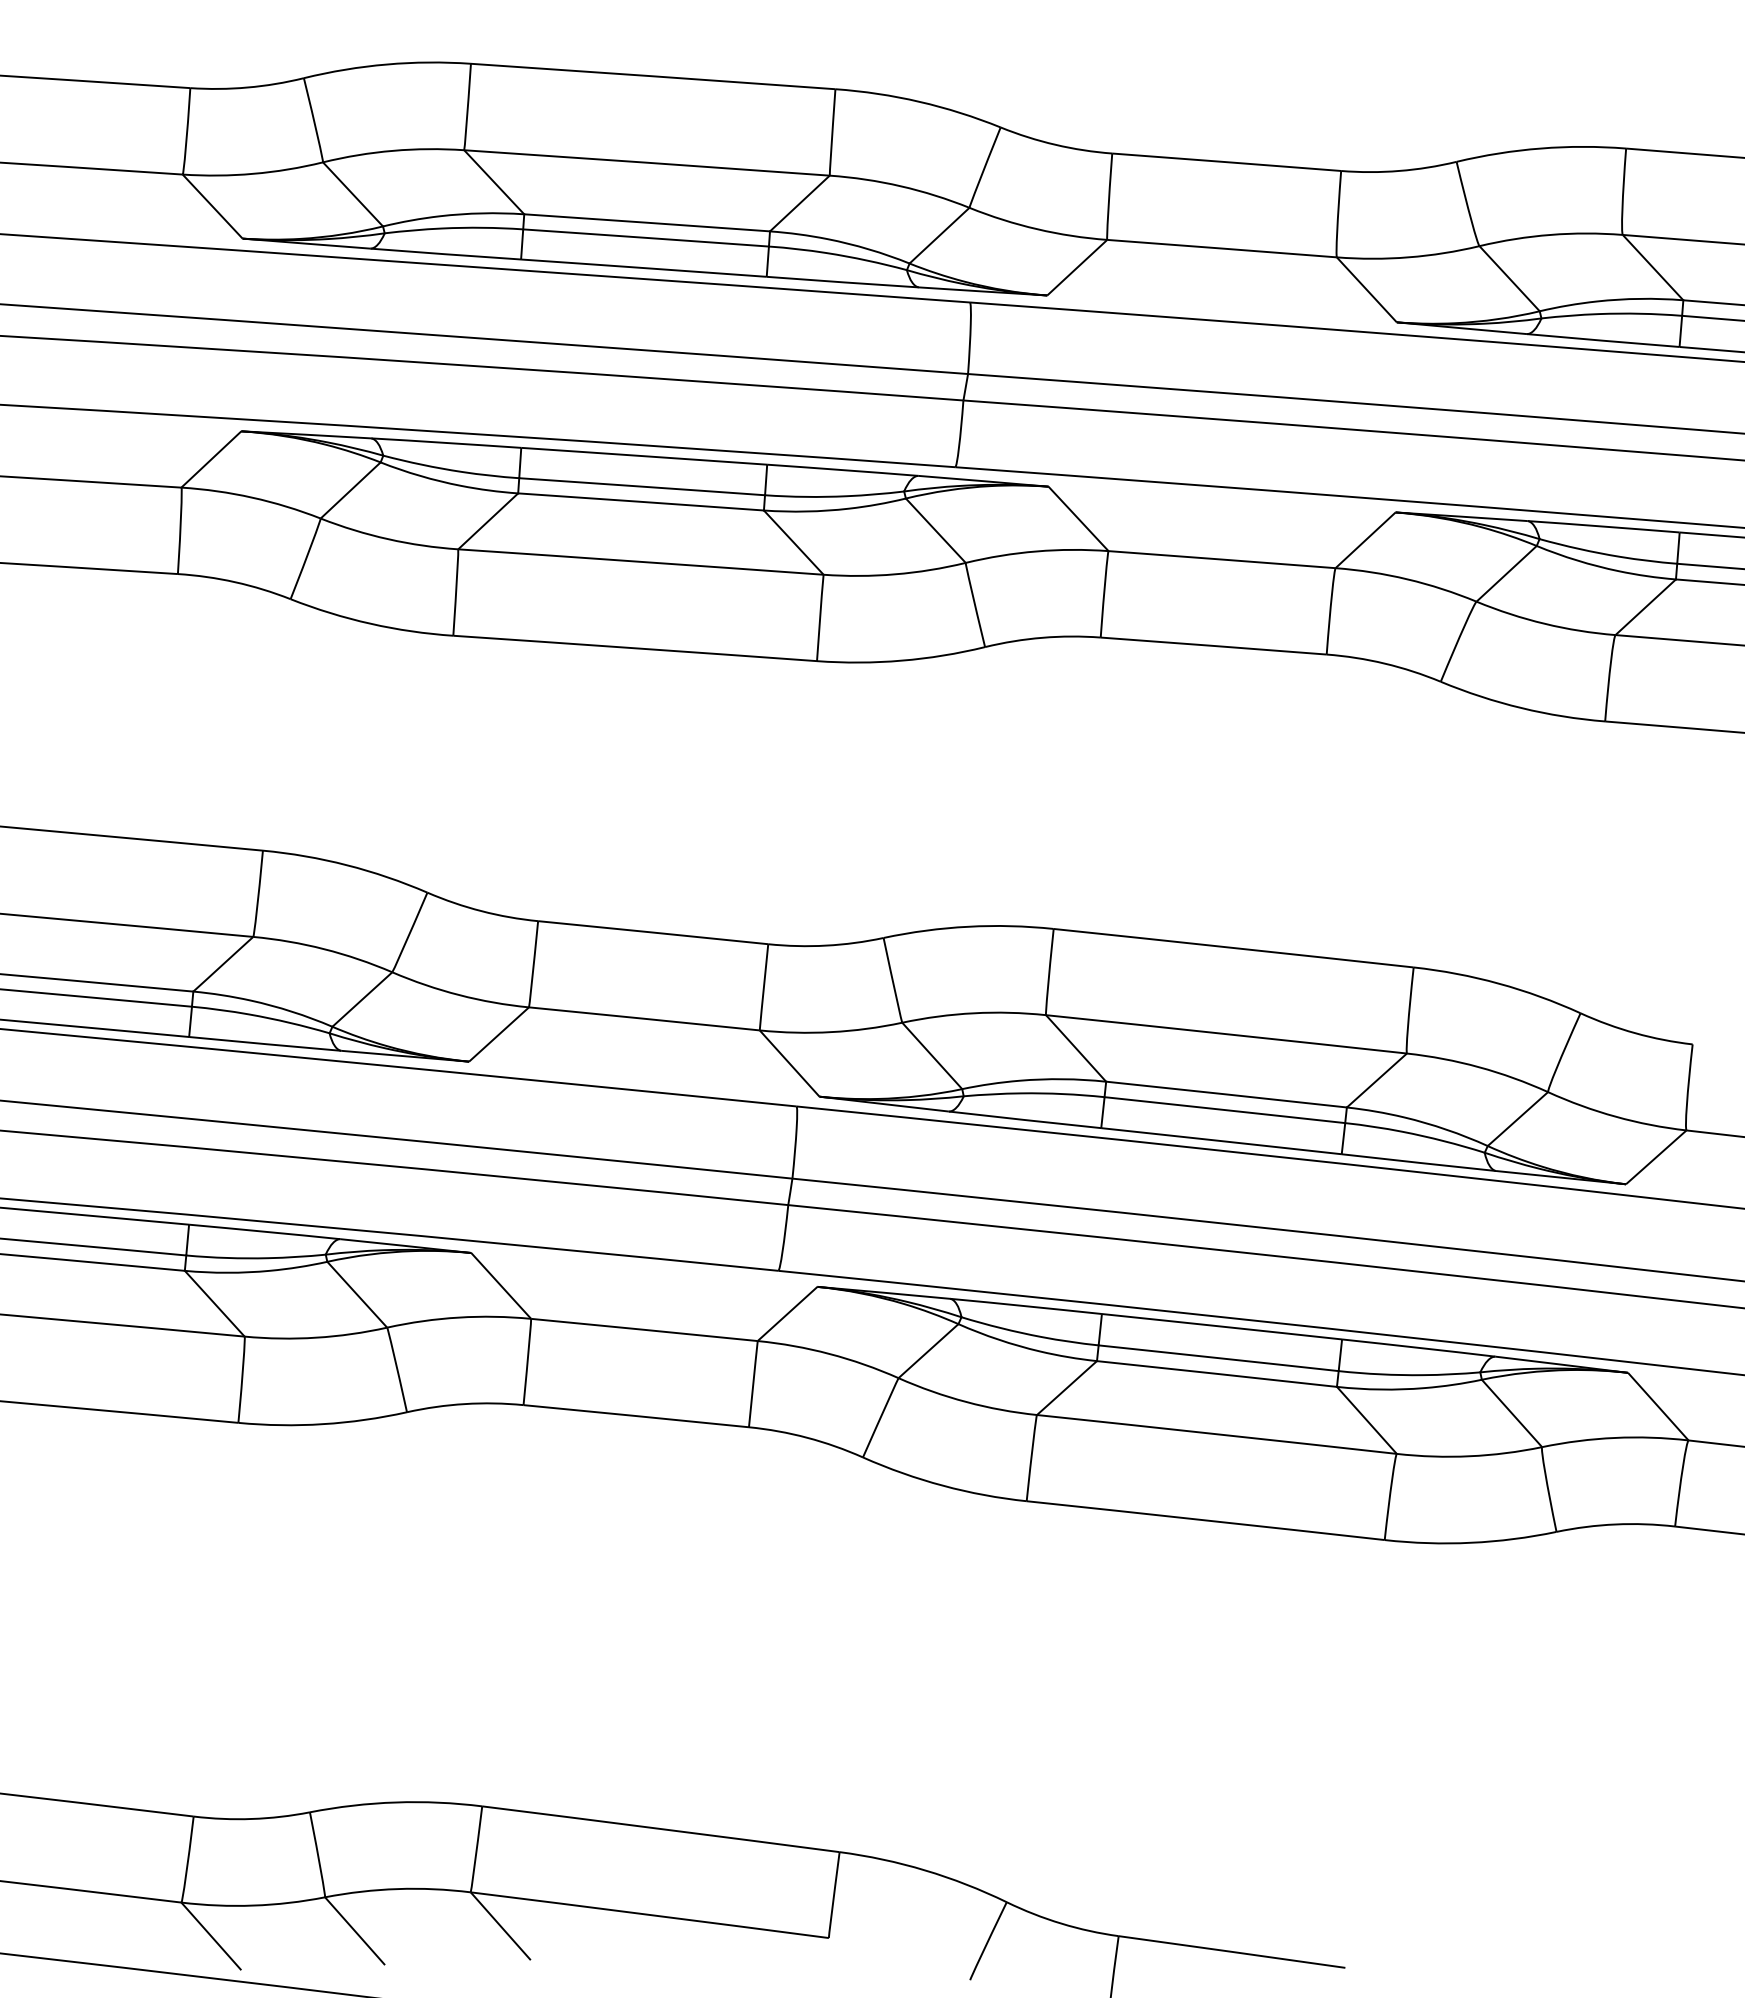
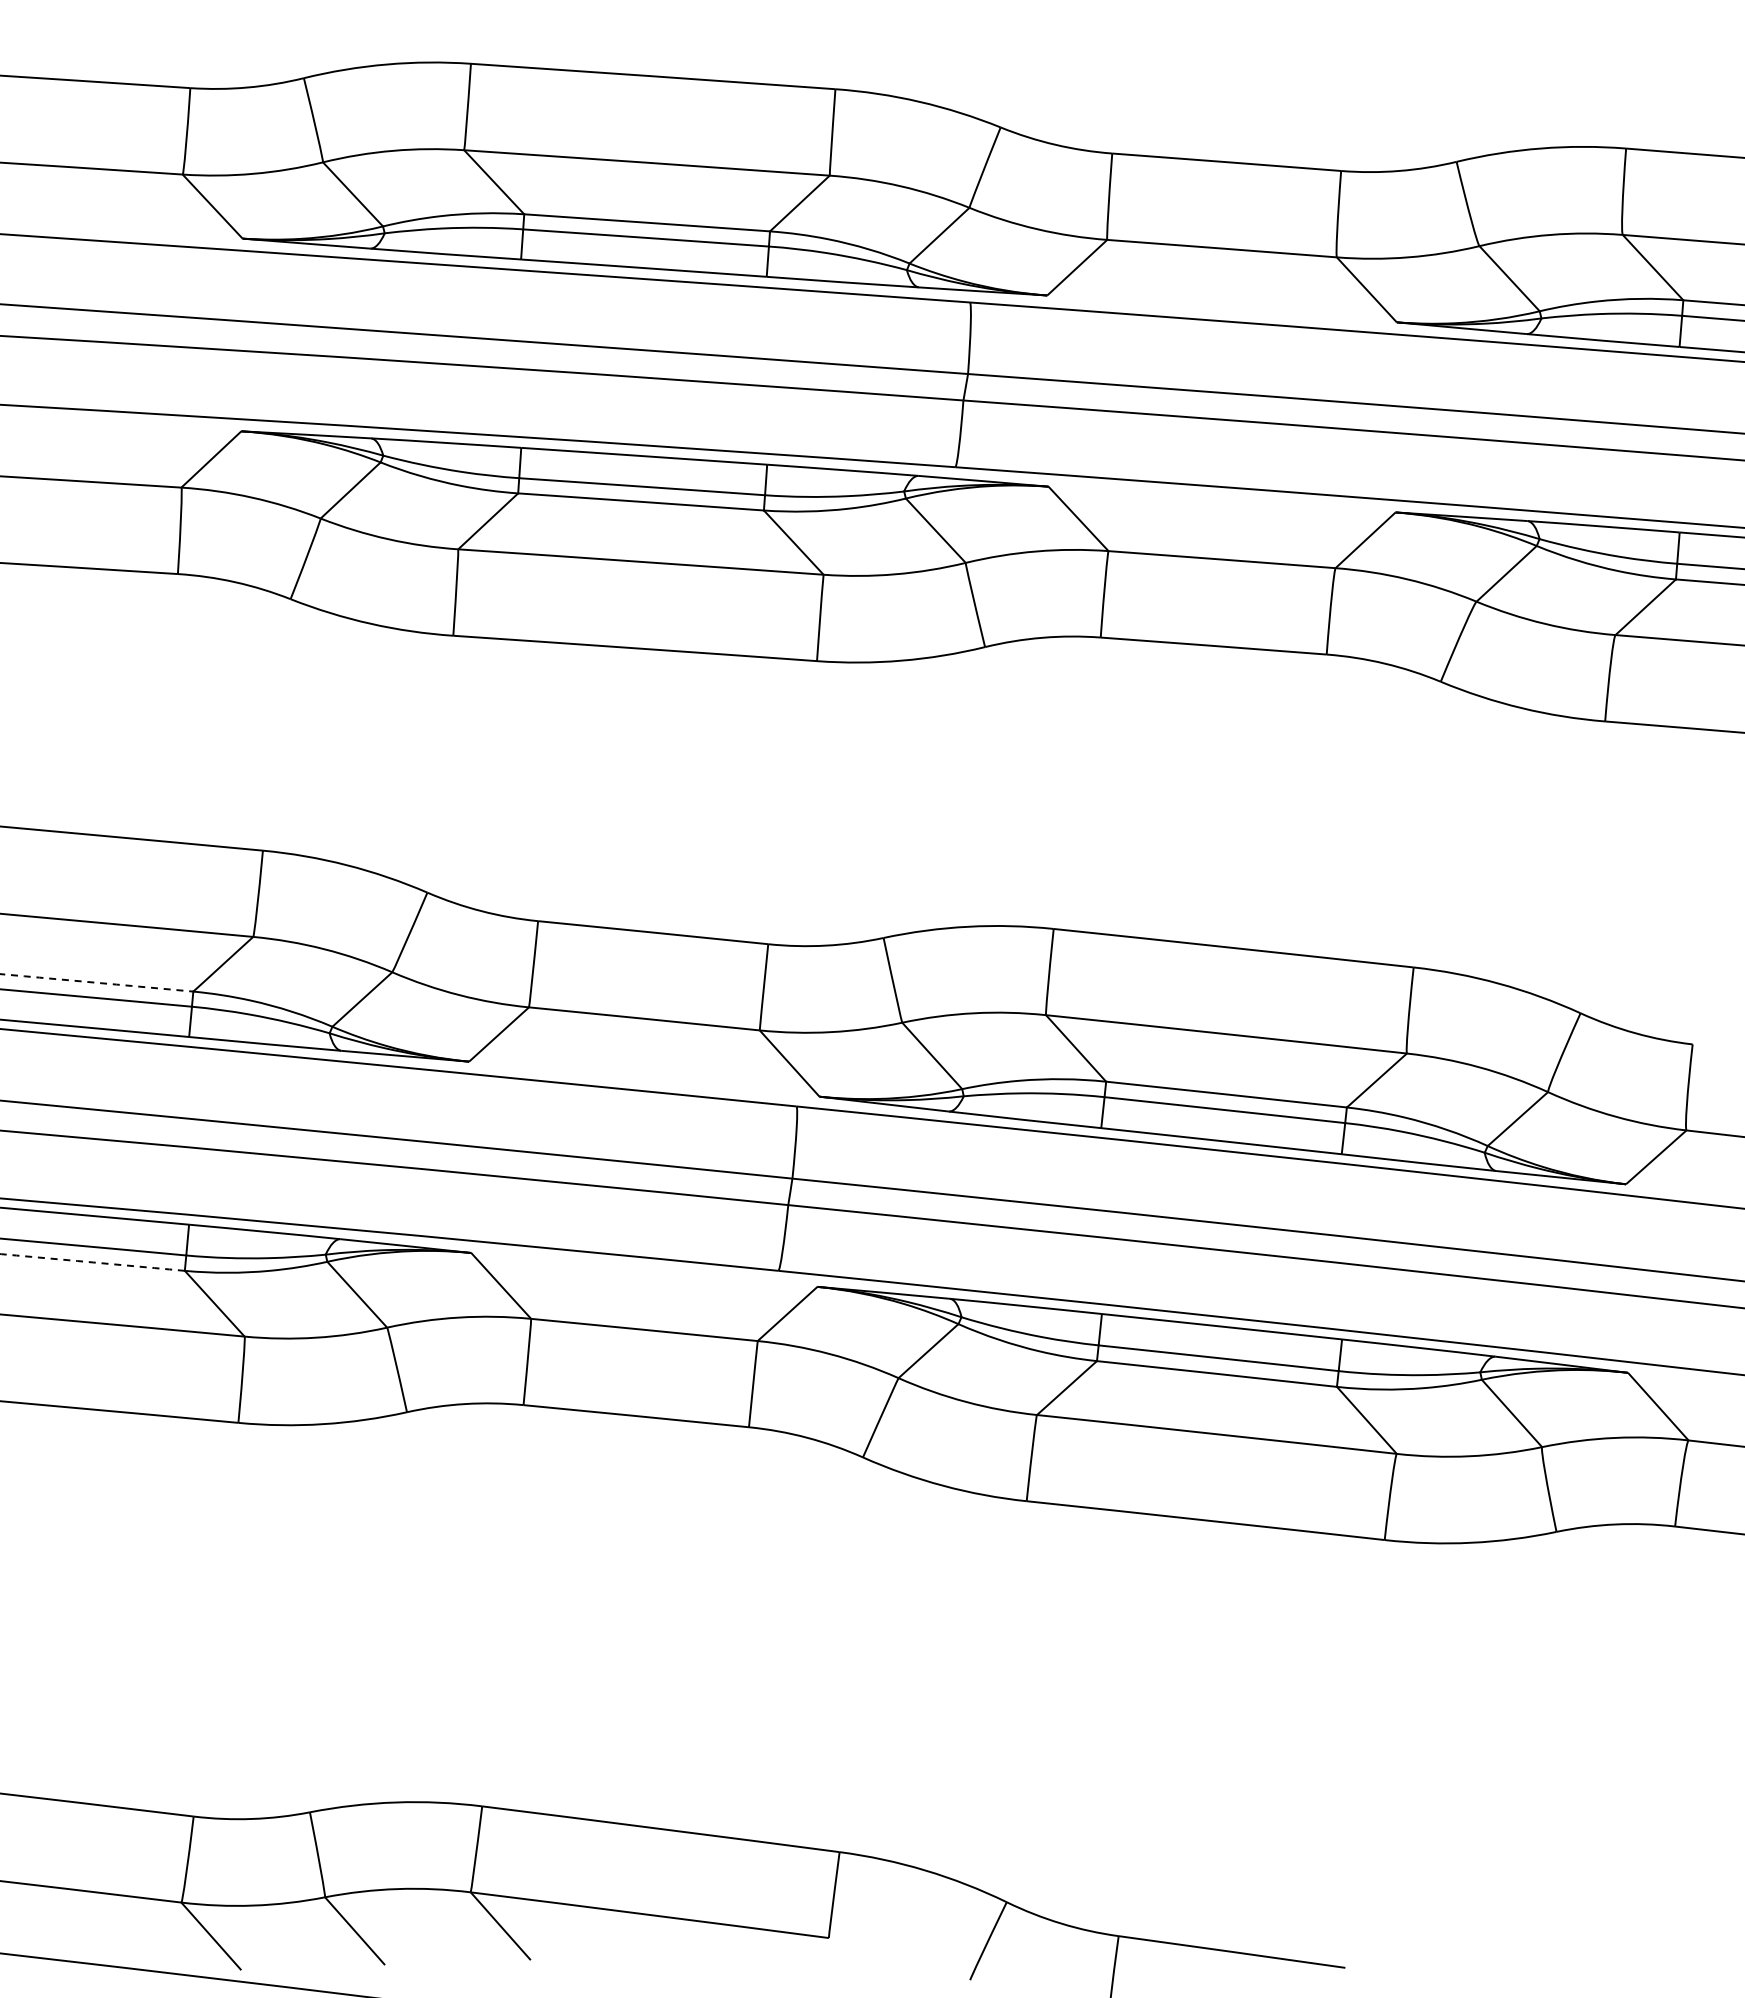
arc at (97, 982): solid -> dashed
arc at (92, 1262): solid -> dashed
